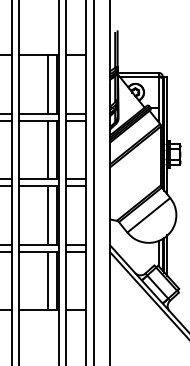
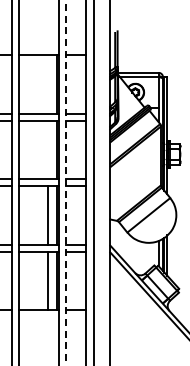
line at (47, 84): present -> none
line at (47, 149): present -> none
line at (66, 182): solid -> dashed
